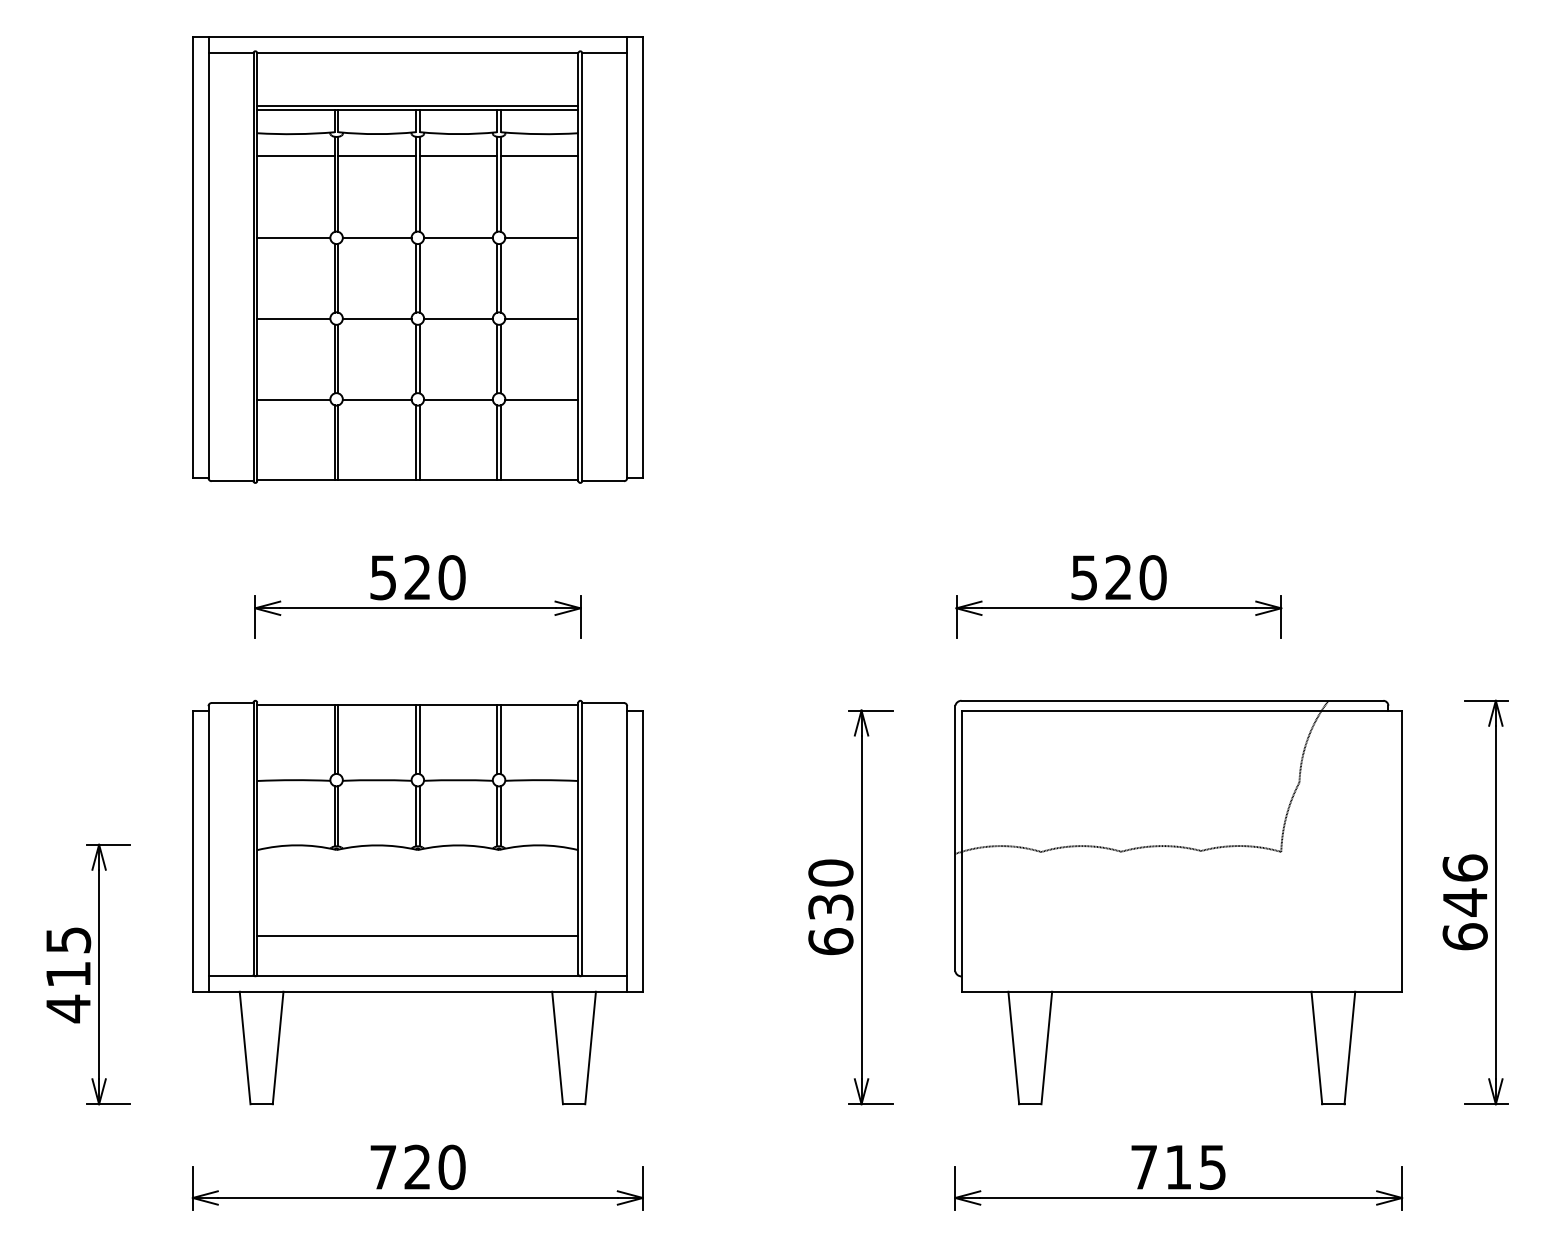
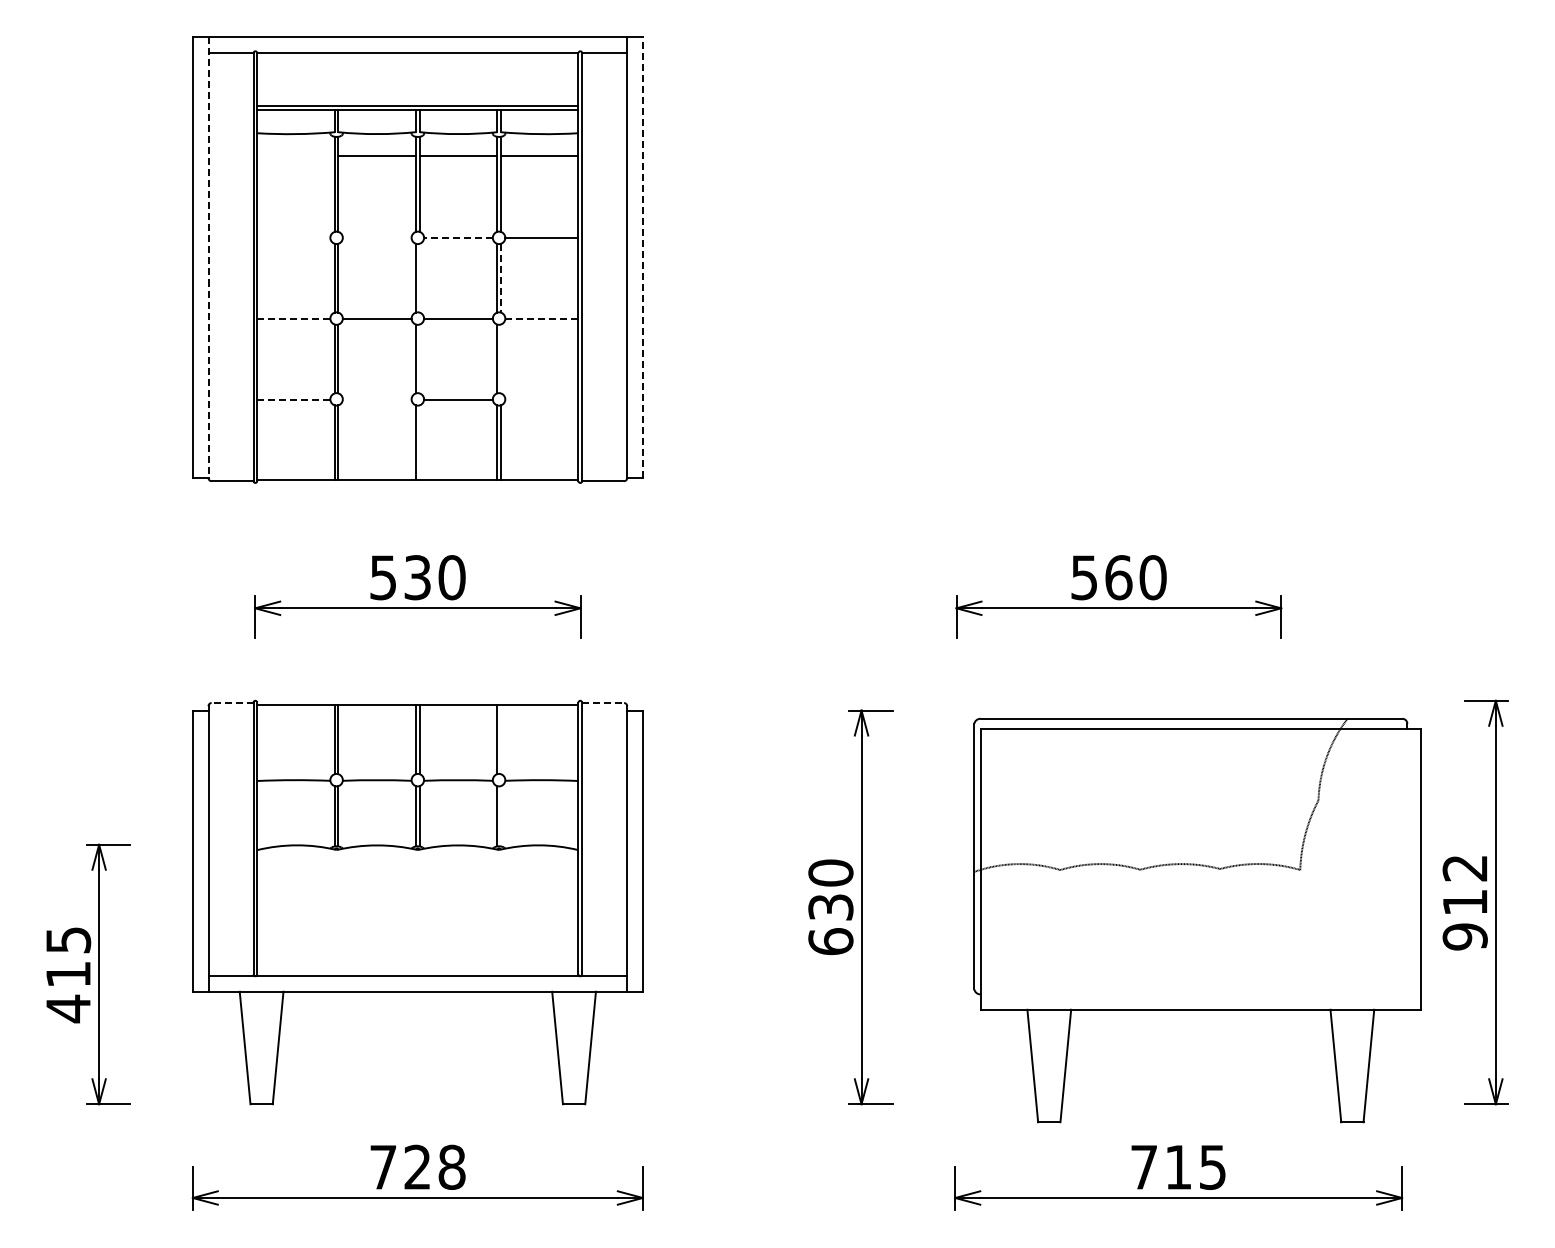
line at (295, 156): present -> none
line at (293, 237): present -> none
line at (376, 237): present -> none
line at (458, 237): solid -> dashed
line at (642, 257): solid -> dashed
line at (208, 258): solid -> dashed
line at (419, 277): present -> none
line at (501, 278): solid -> dashed
line at (293, 318): solid -> dashed
line at (541, 318): solid -> dashed
line at (419, 358): present -> none
line at (501, 358): present -> none
line at (293, 399): solid -> dashed
line at (376, 399): present -> none
line at (541, 399): present -> none
line at (419, 442): present -> none
text at (417, 577): 520 -> 530
text at (1118, 577): 520 -> 560
line at (232, 703): solid -> dashed
line at (603, 703): solid -> dashed
line at (500, 739): present -> none
line at (500, 816): present -> none
part at (1178, 902) position: (1178, 902) -> (1197, 920)
text at (1464, 902): 646 -> 912
line at (417, 935): present -> none
text at (451, 1167): 720 -> 728
